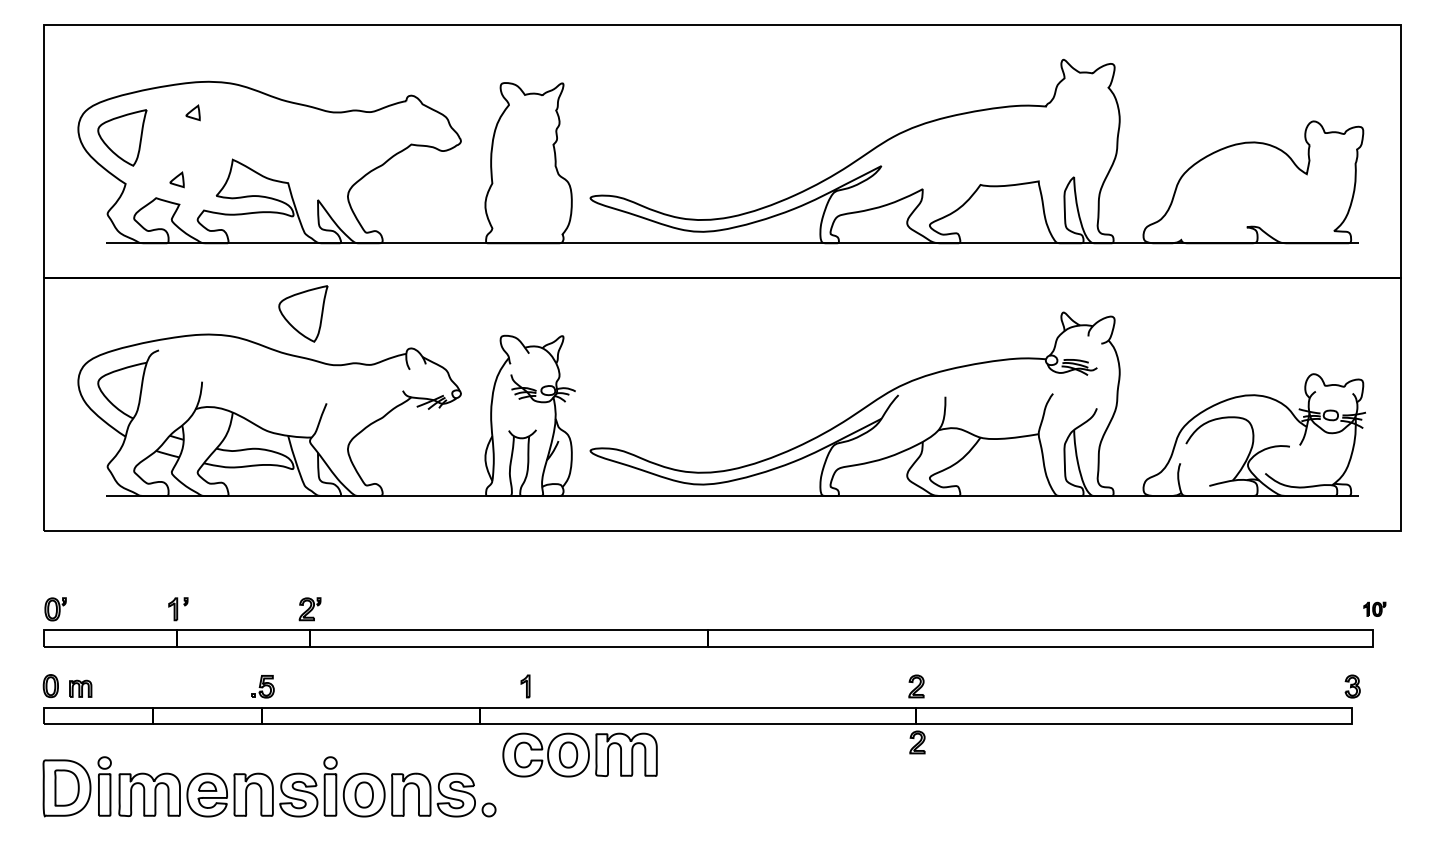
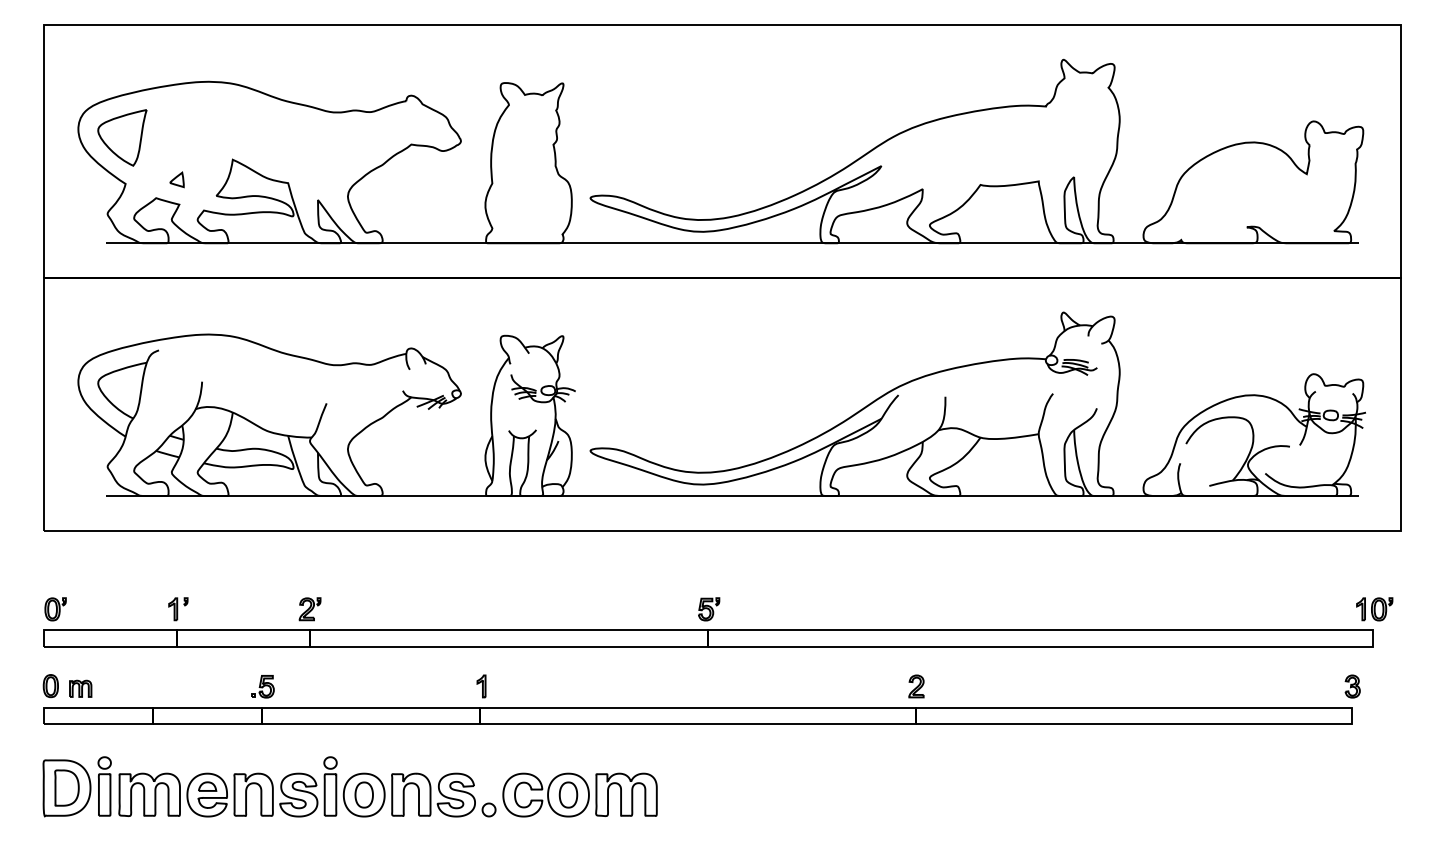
part at (192, 112): present -> none
part at (303, 313): present -> none
part at (1374, 608) size: 24x16 px -> 38x25 px
part at (709, 609): none -> present
part at (525, 686) position: (525, 686) -> (481, 686)
part at (917, 742): present -> none
part at (579, 754) position: (579, 754) -> (579, 794)
